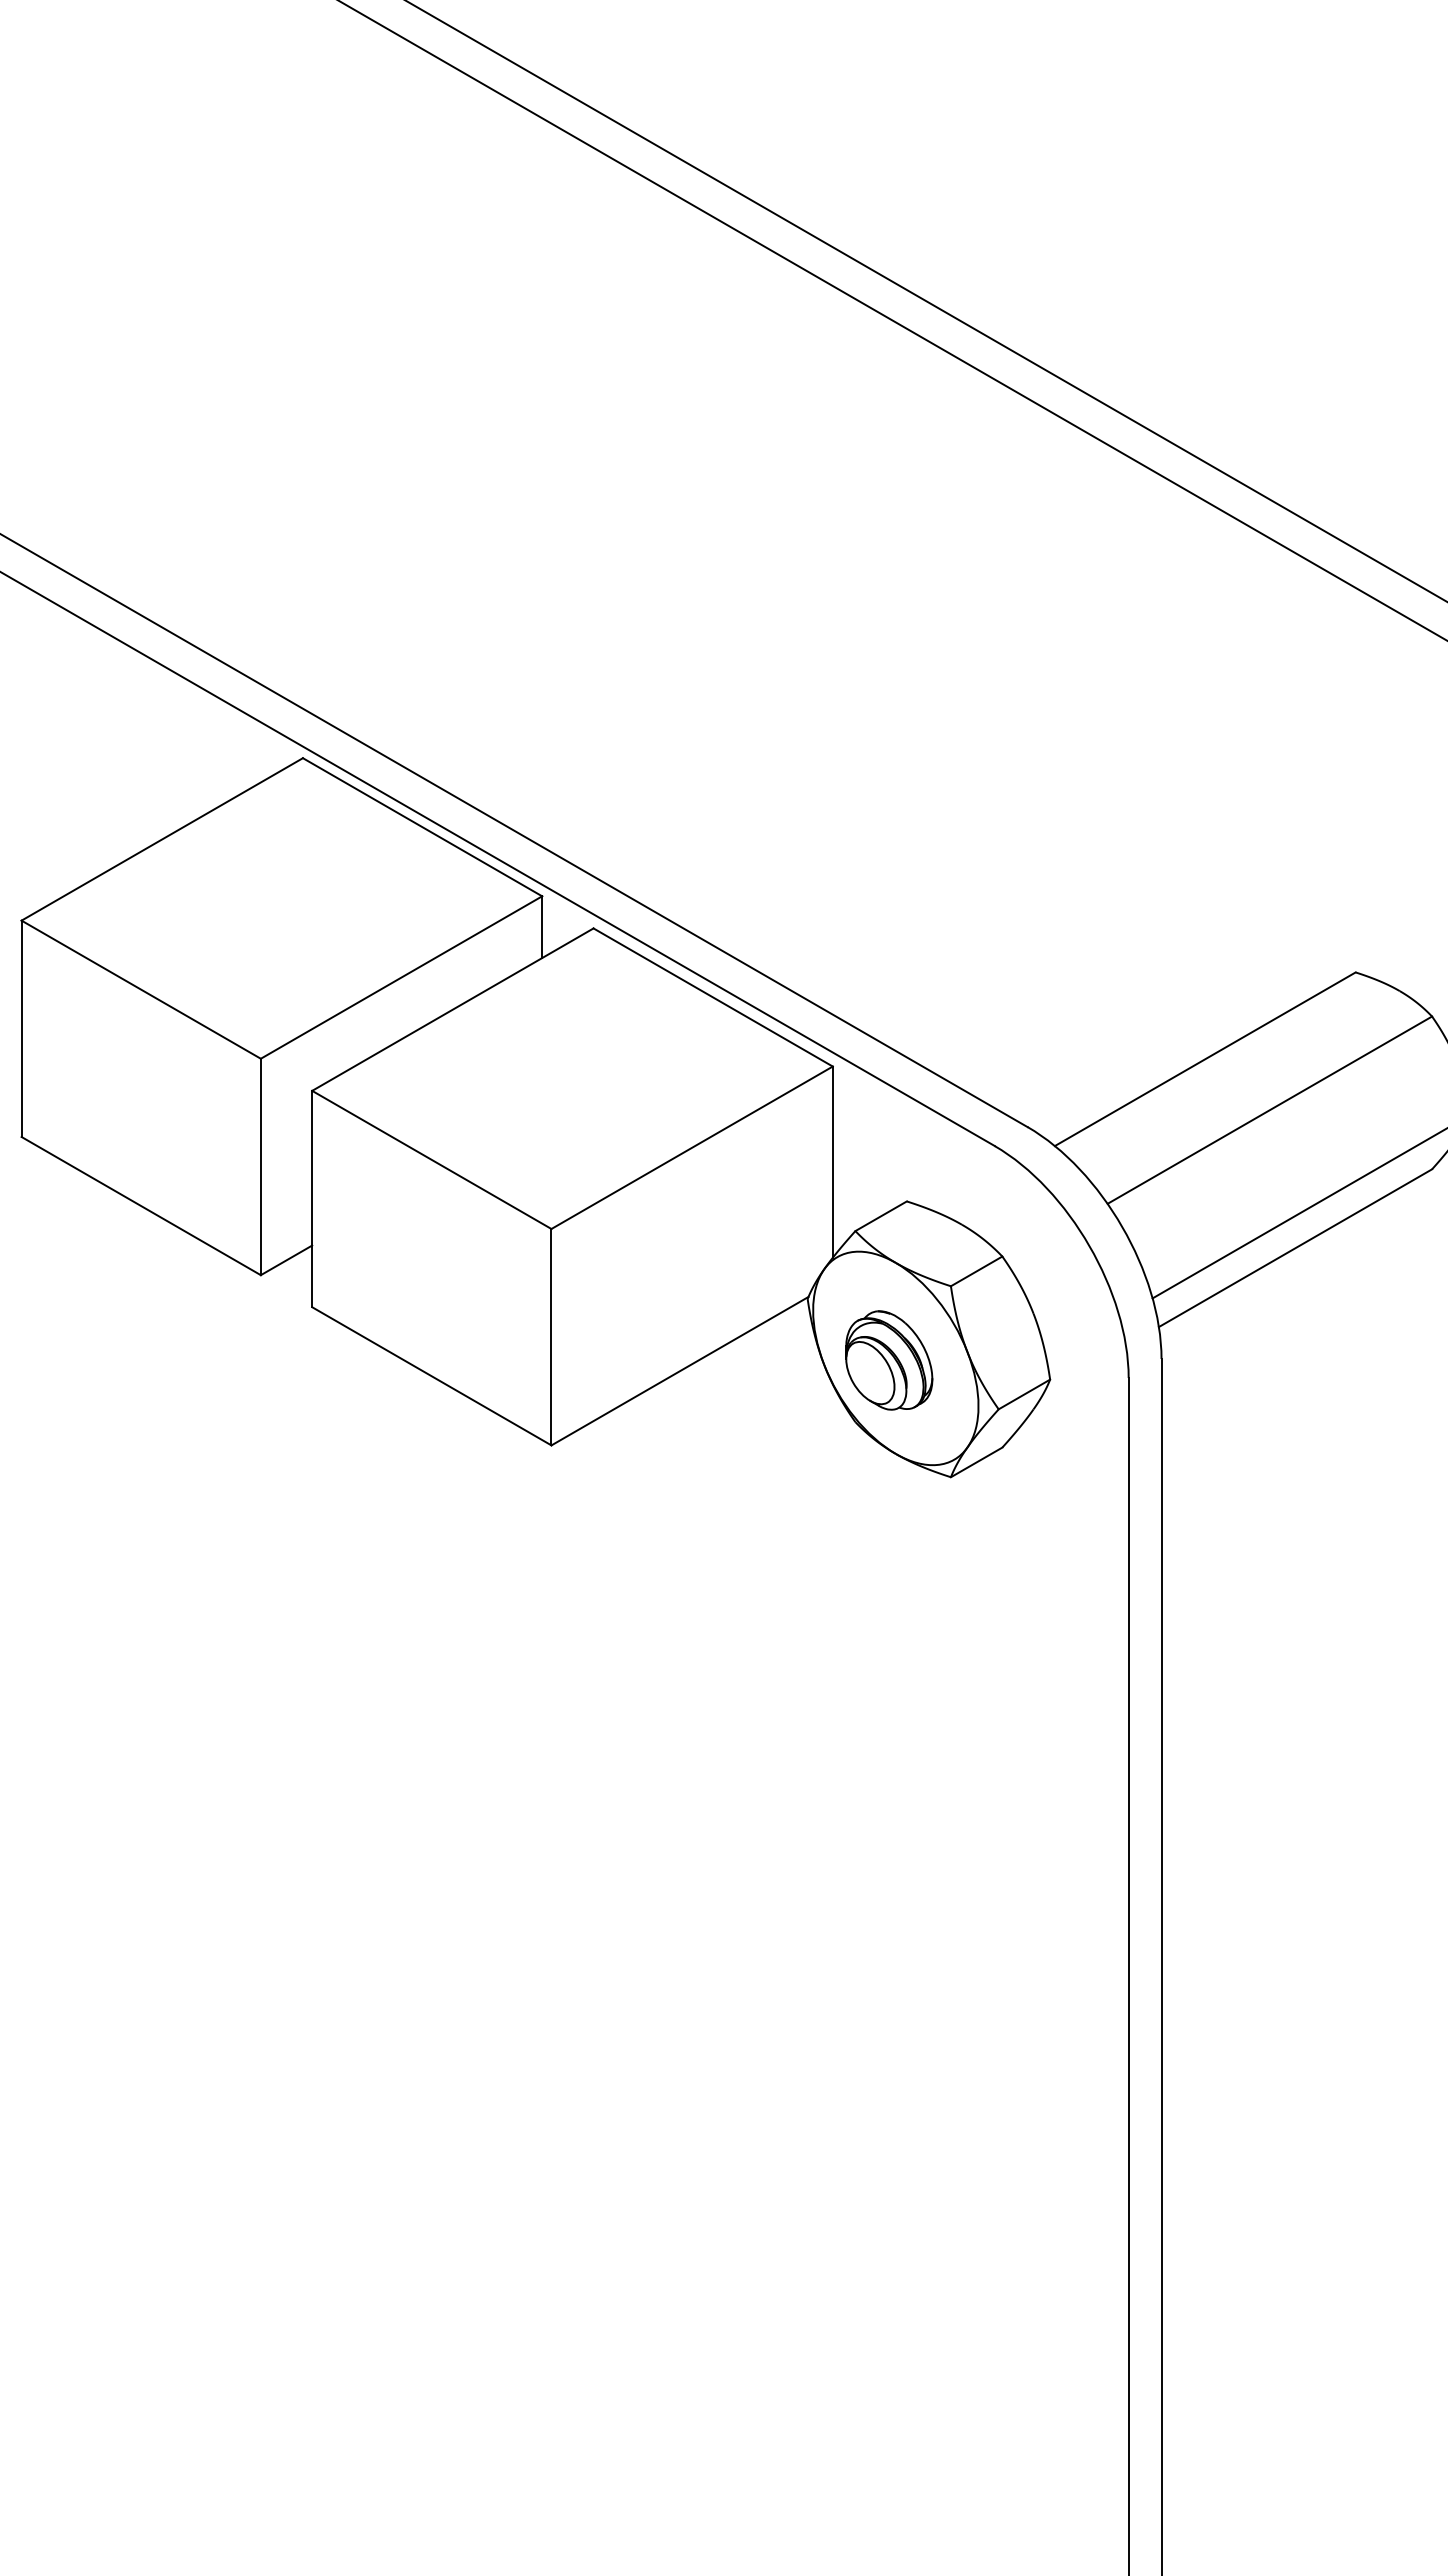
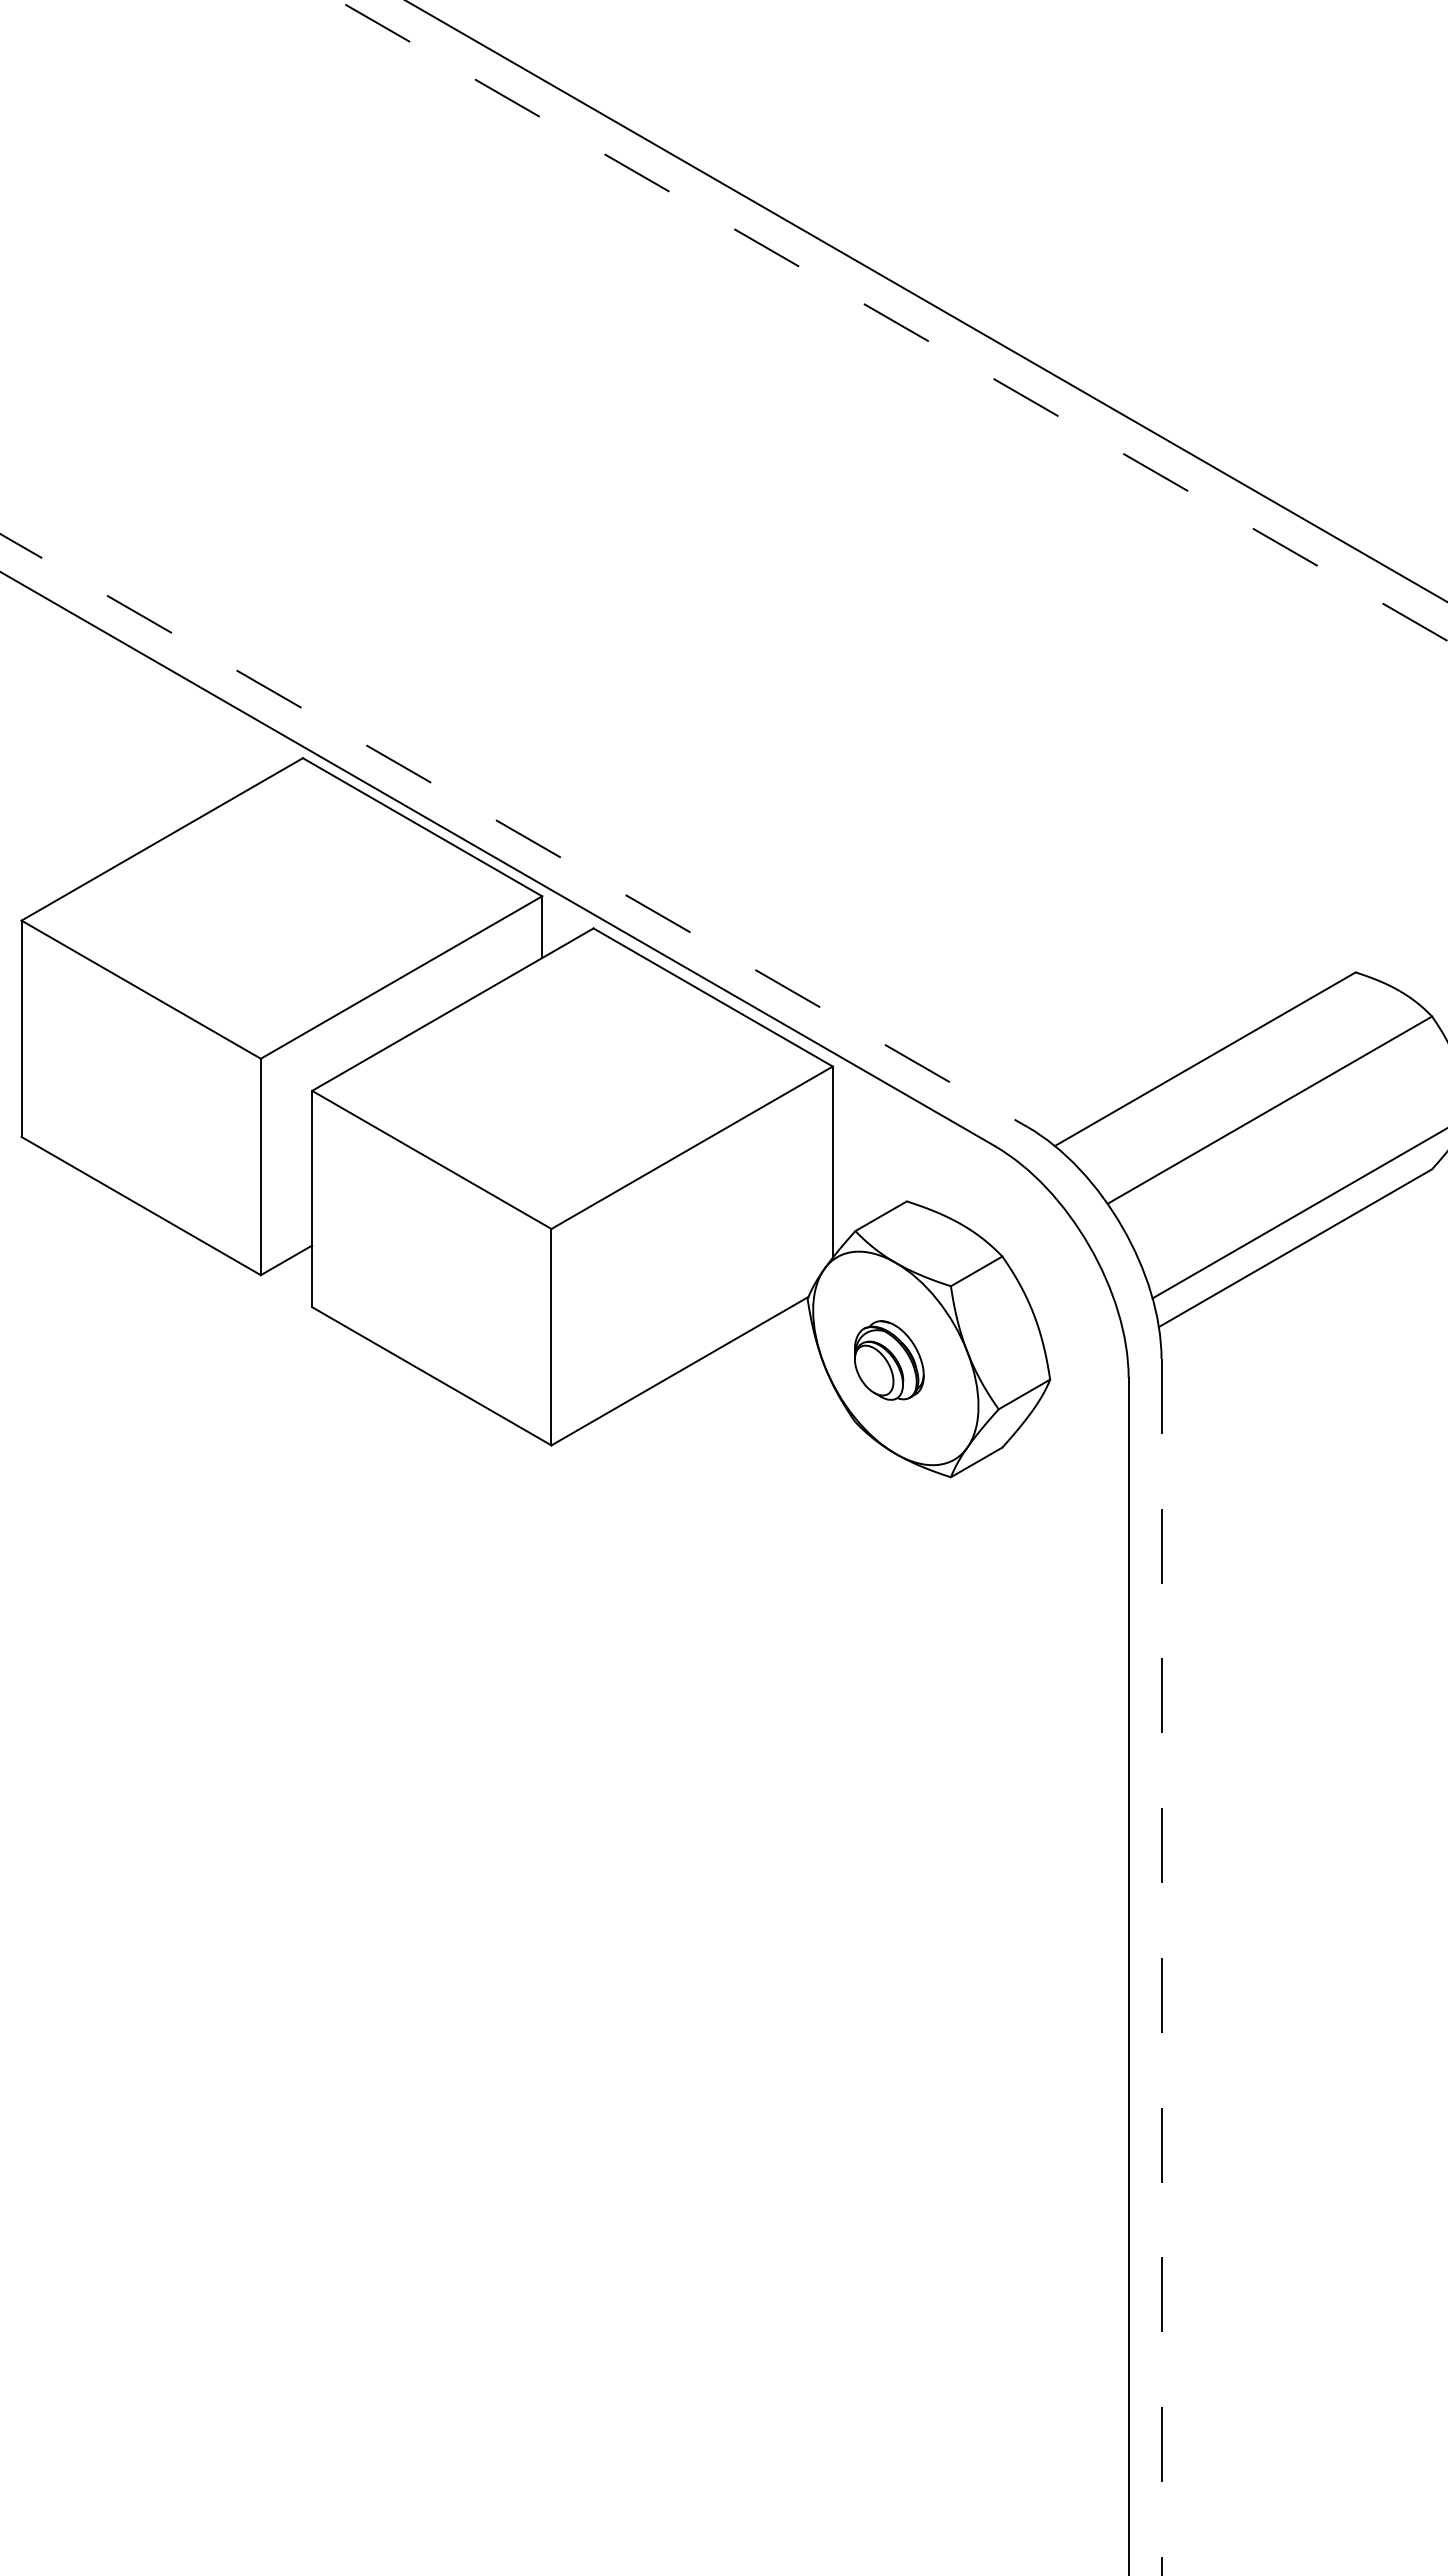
line at (892, 320): solid -> dashed
line at (514, 830): solid -> dashed
part at (889, 1360) size: 89x101 px -> 71x81 px
line at (1161, 1967): solid -> dashed
